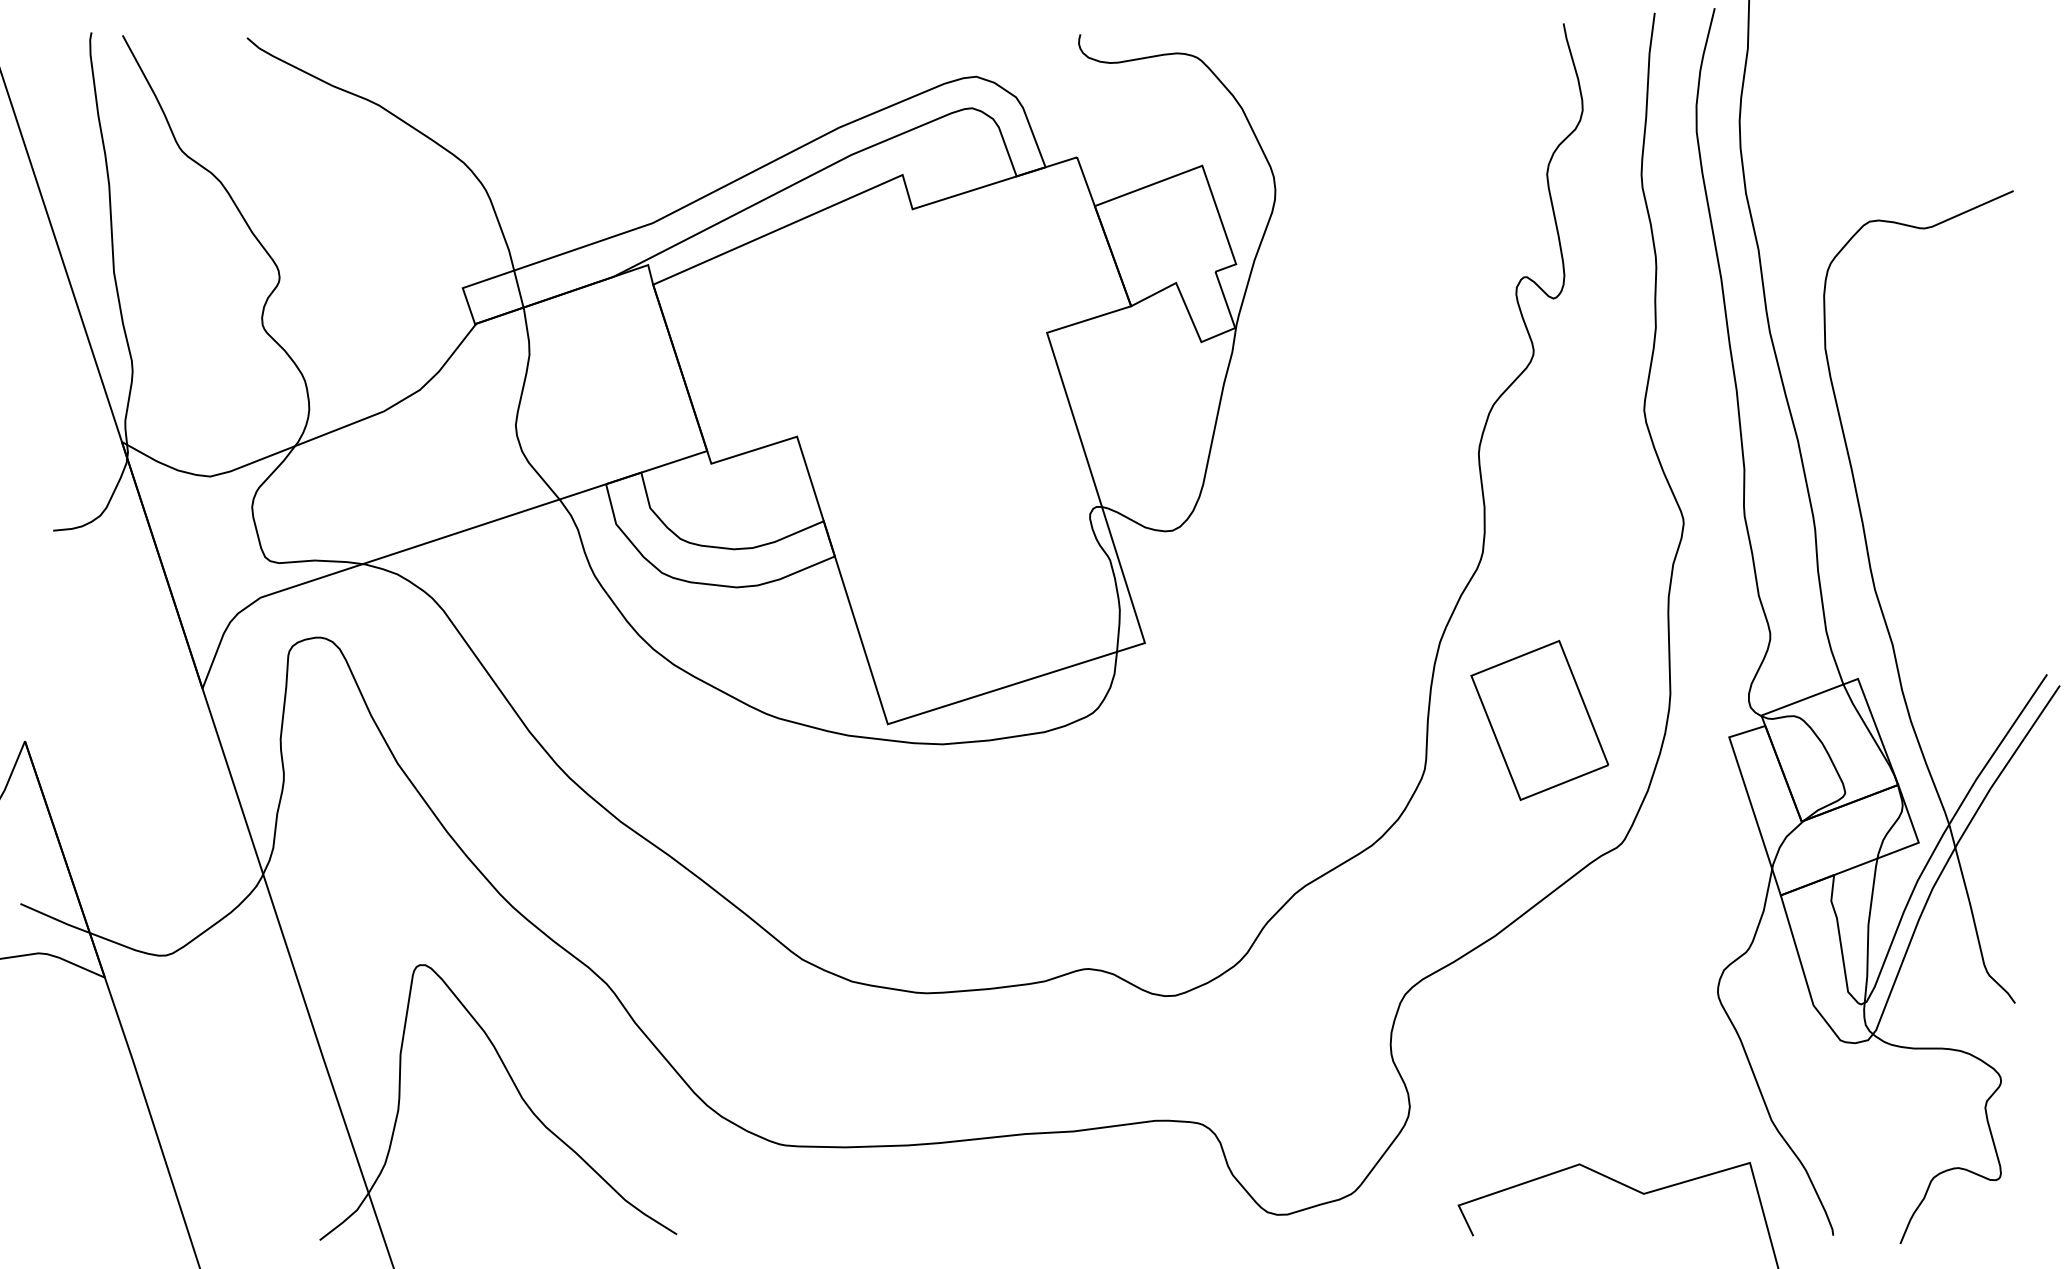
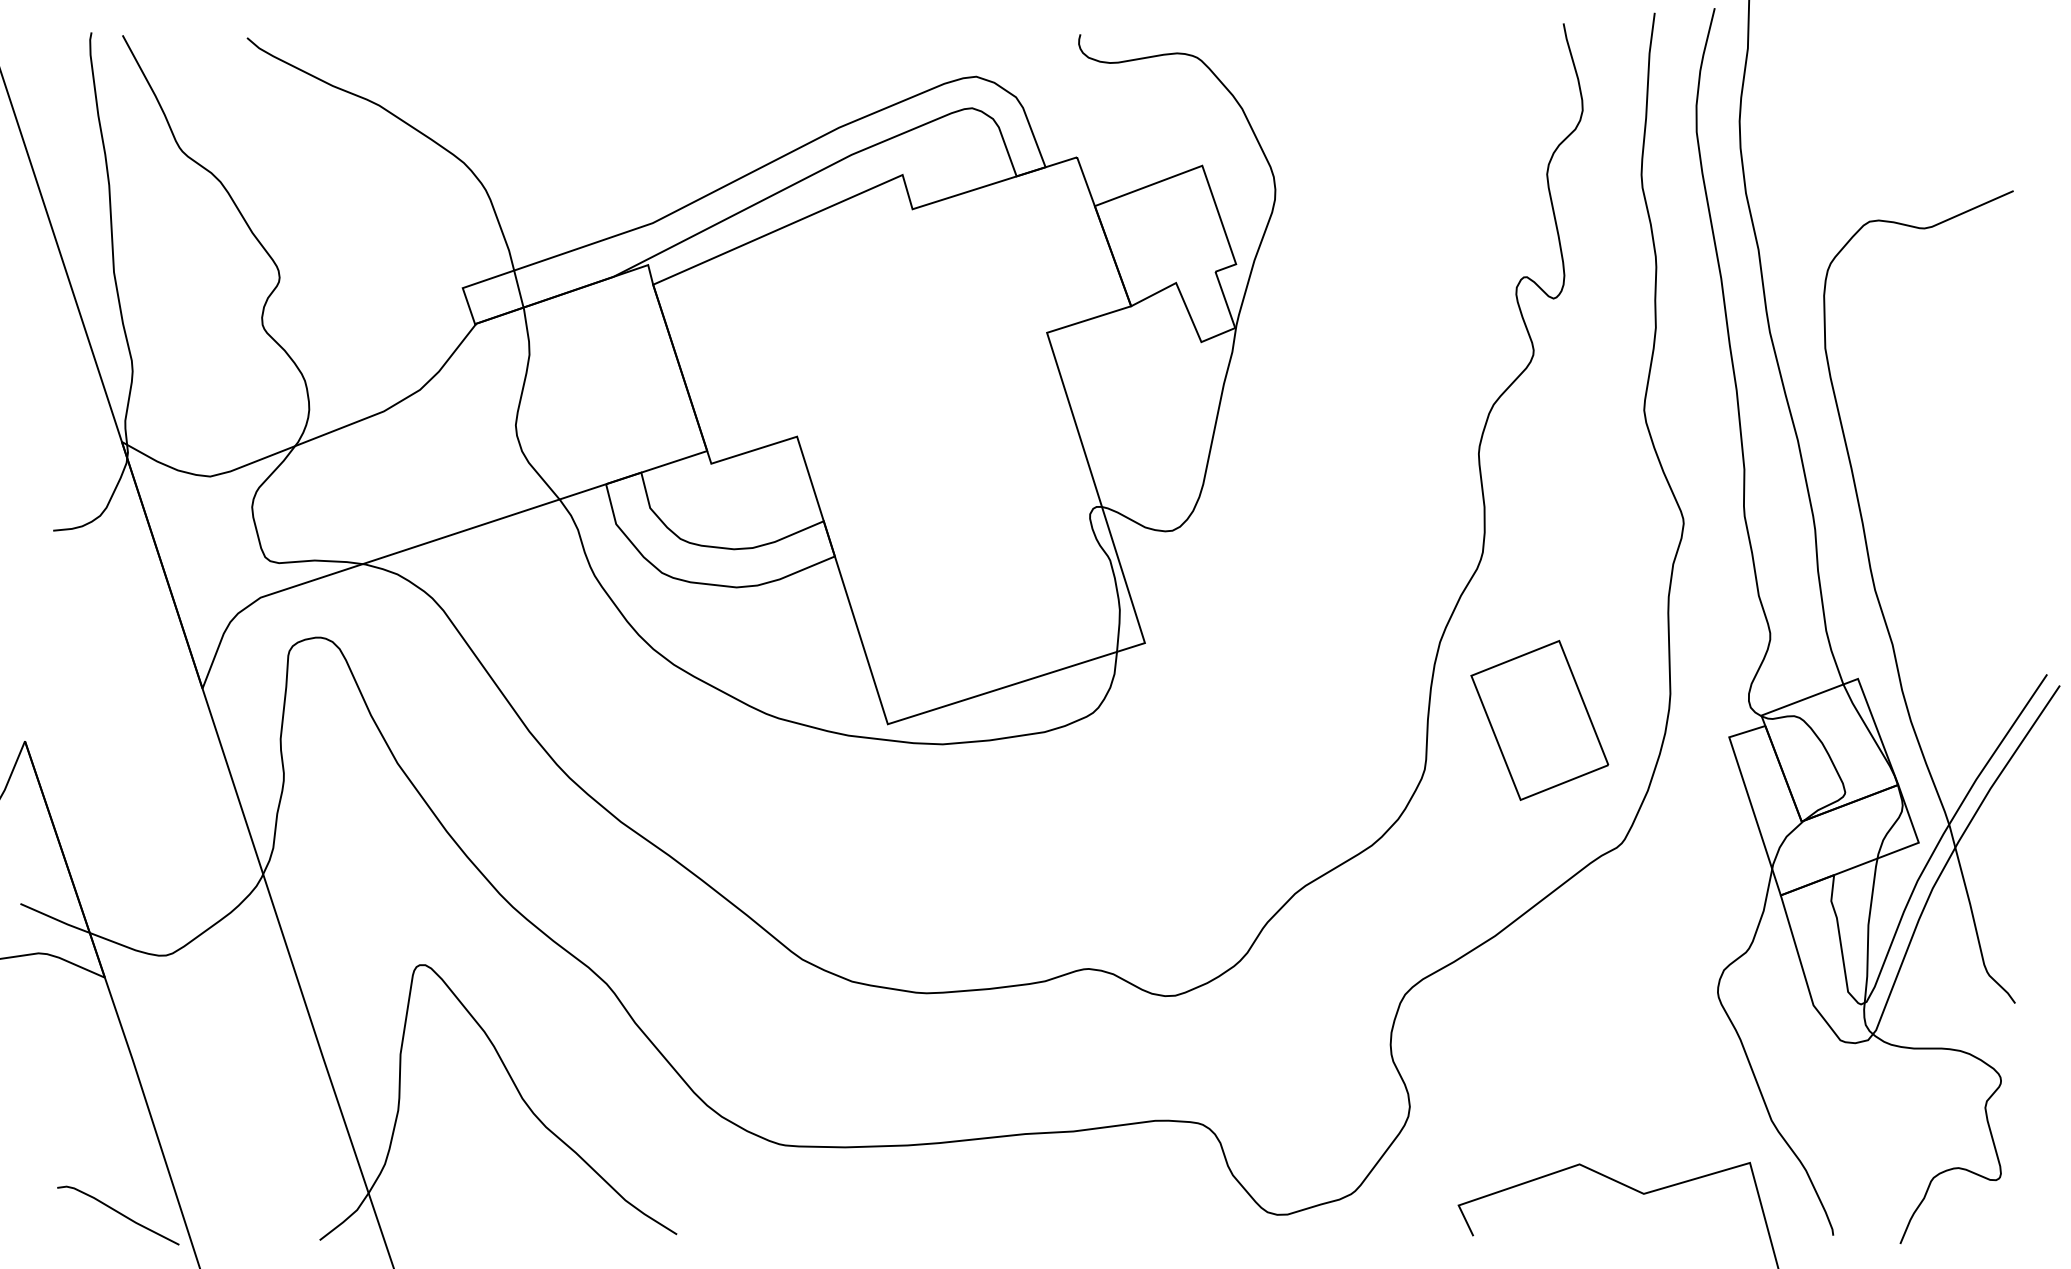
curve at (119, 1214): none -> present
